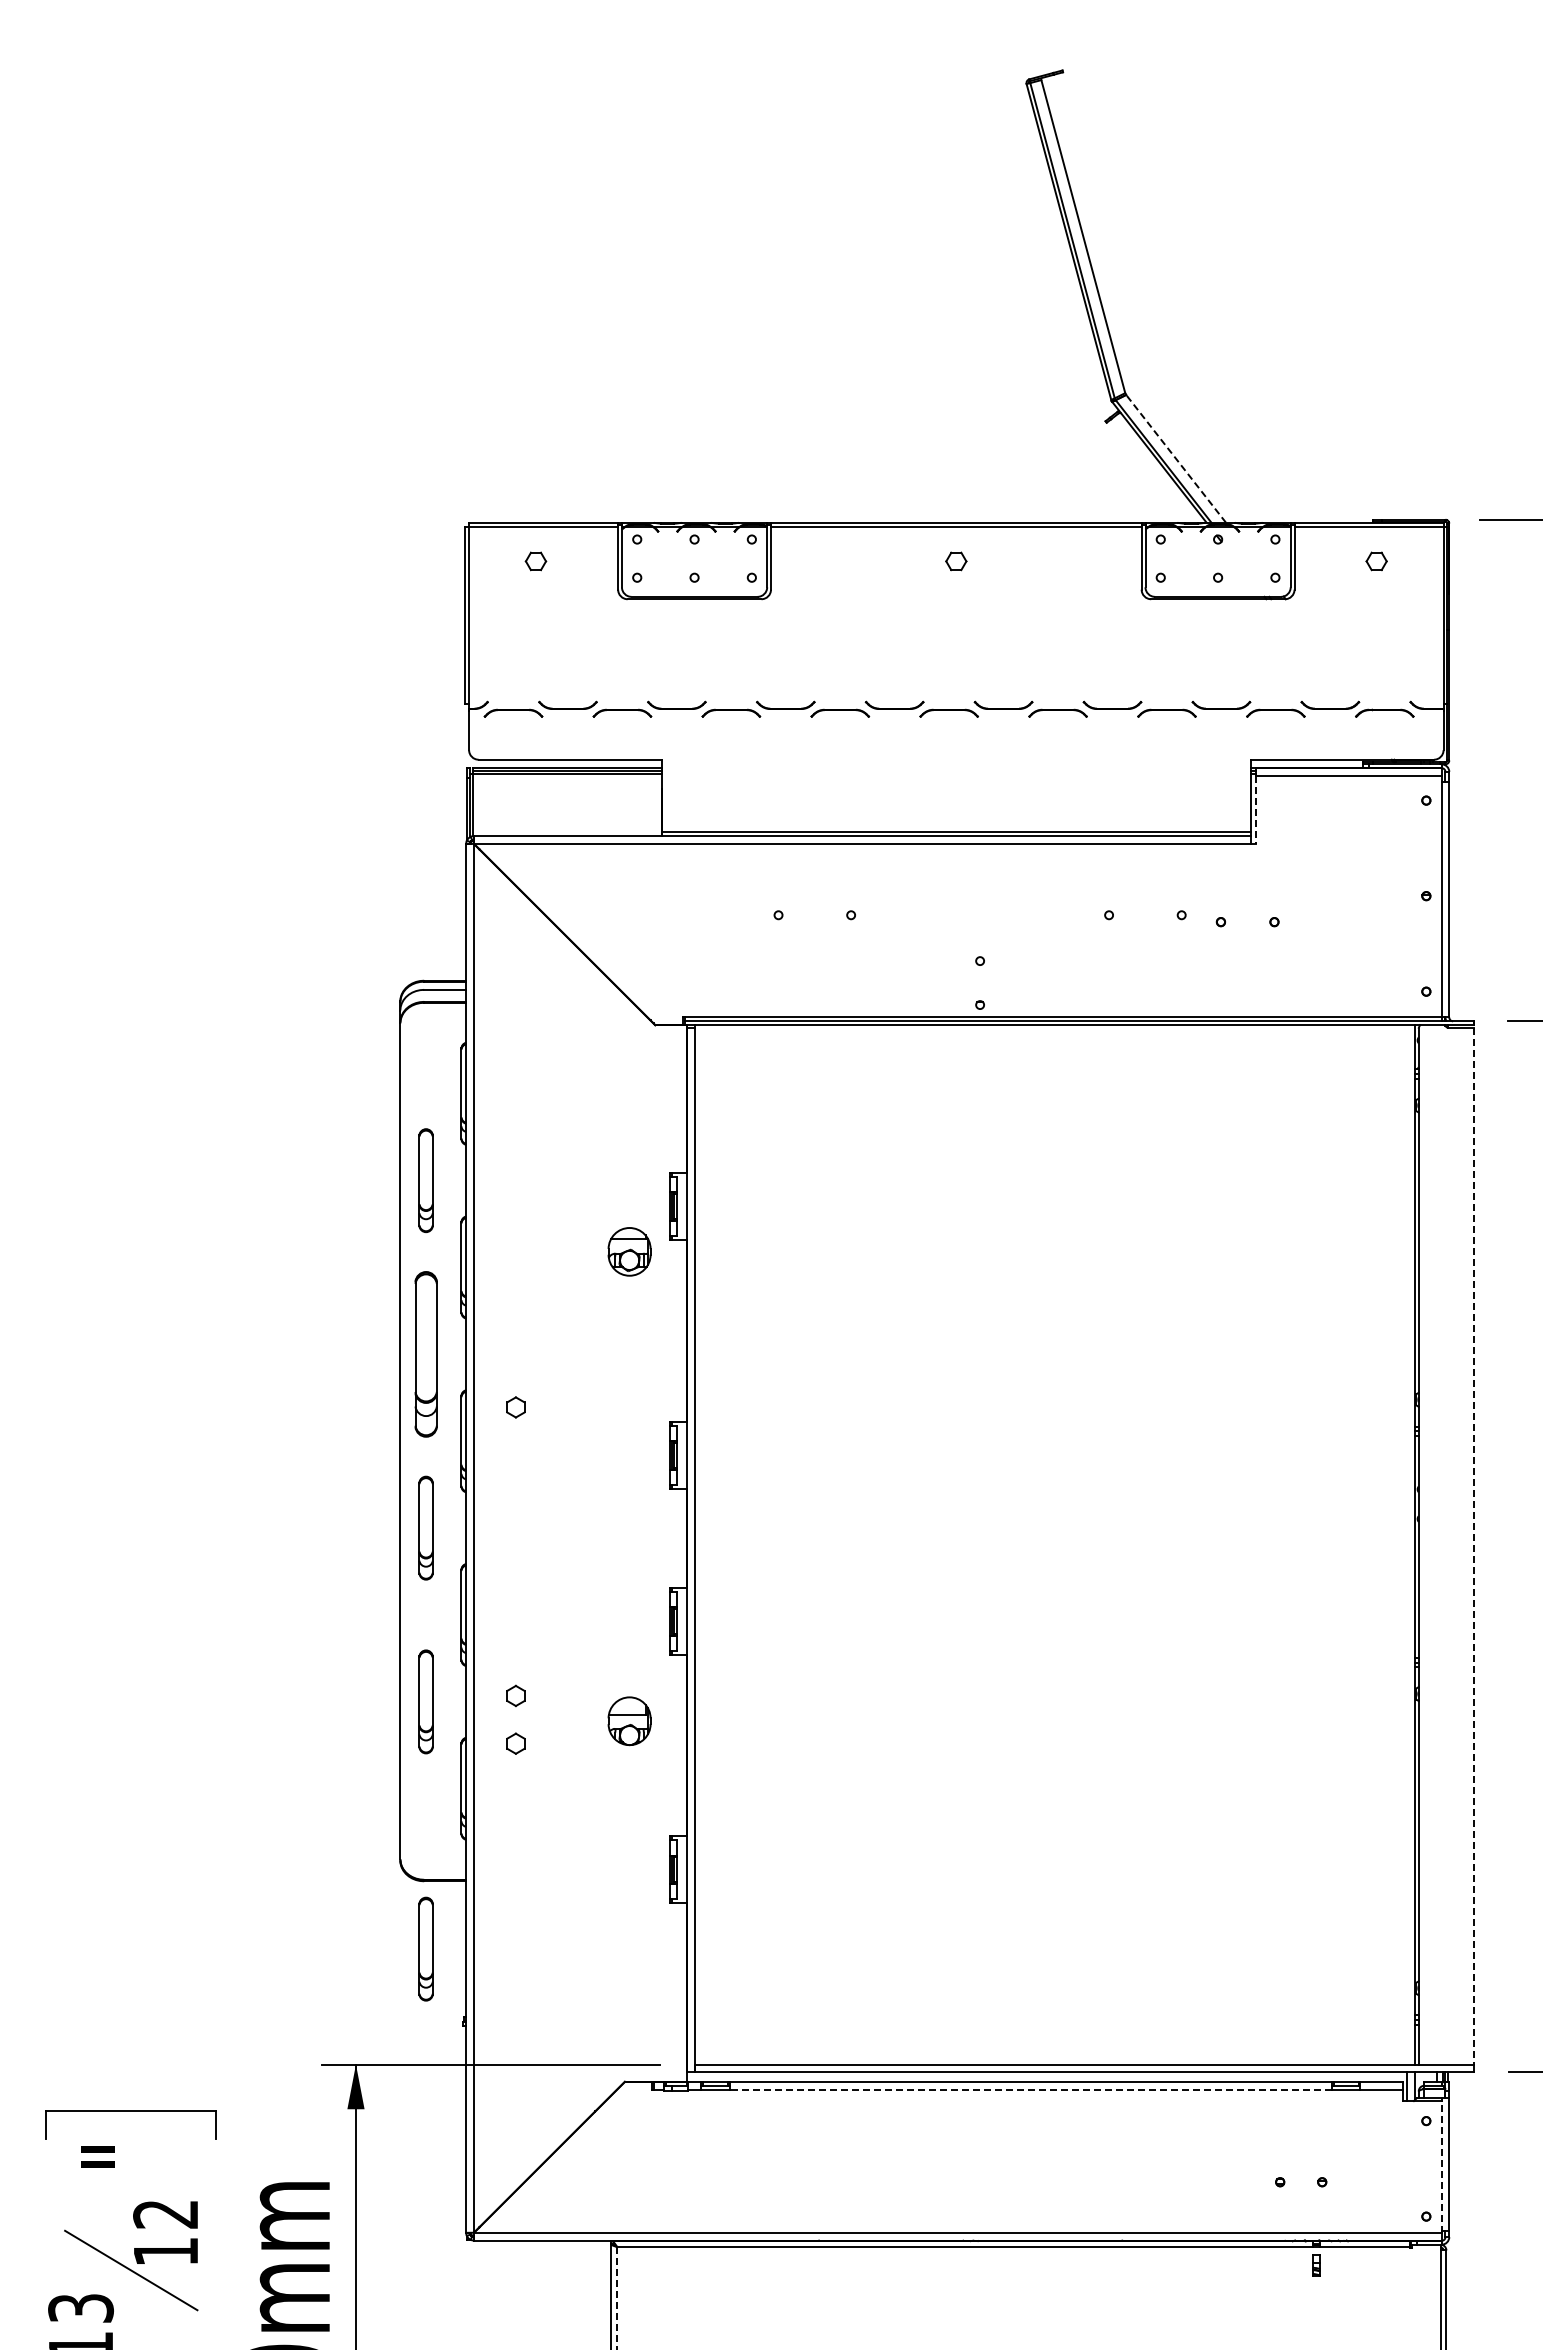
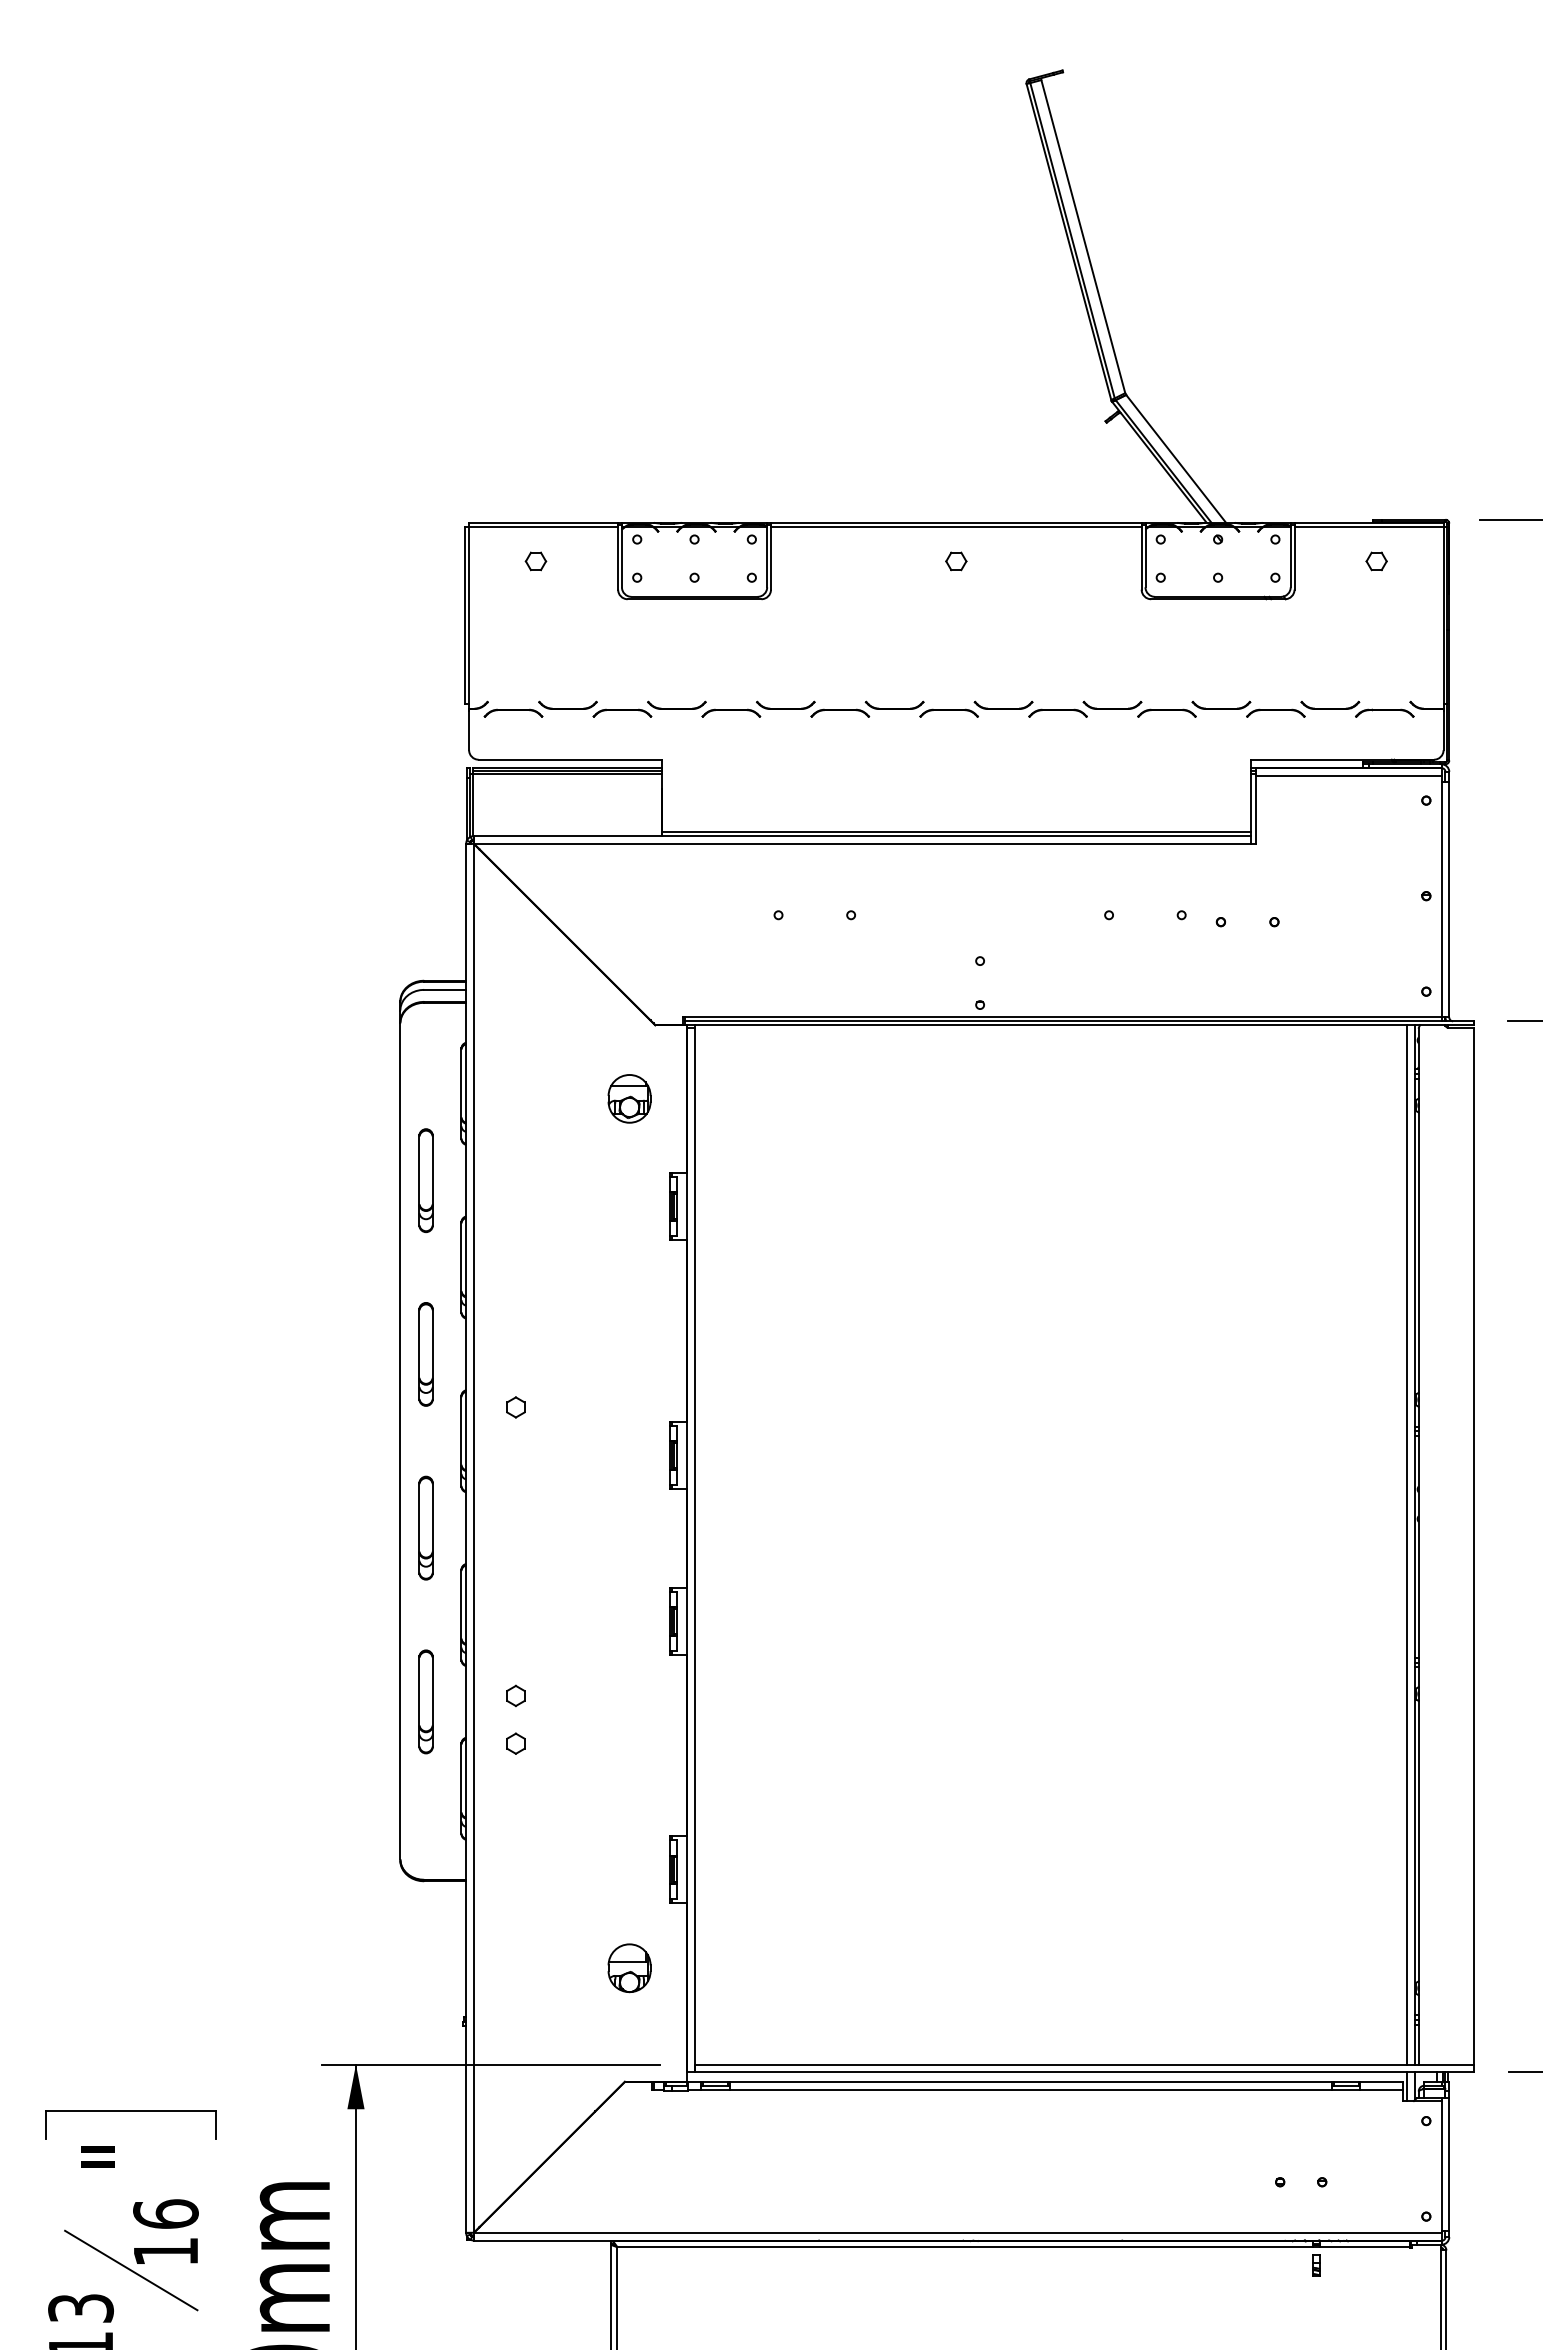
line at (1175, 458): dashed -> solid
line at (1256, 809): dashed -> solid
part at (629, 1251) position: (629, 1251) -> (629, 1098)
part at (425, 1354) size: 24x167 px -> 16x105 px
line at (1407, 1544): none -> present
line at (1474, 1546): dashed -> solid
part at (629, 1721) position: (629, 1721) -> (629, 1968)
part at (425, 1948): present -> none
line at (1030, 2089): dashed -> solid
line at (1441, 2166): dashed -> solid
text at (165, 2213): 12 -> 16
line at (617, 2298): dashed -> solid
